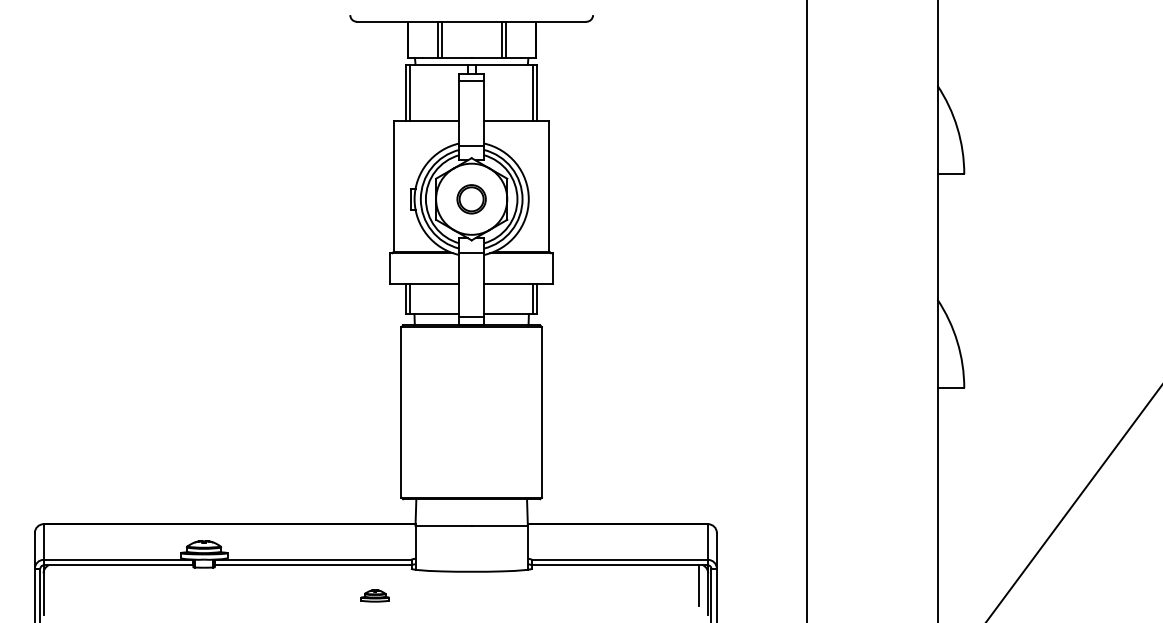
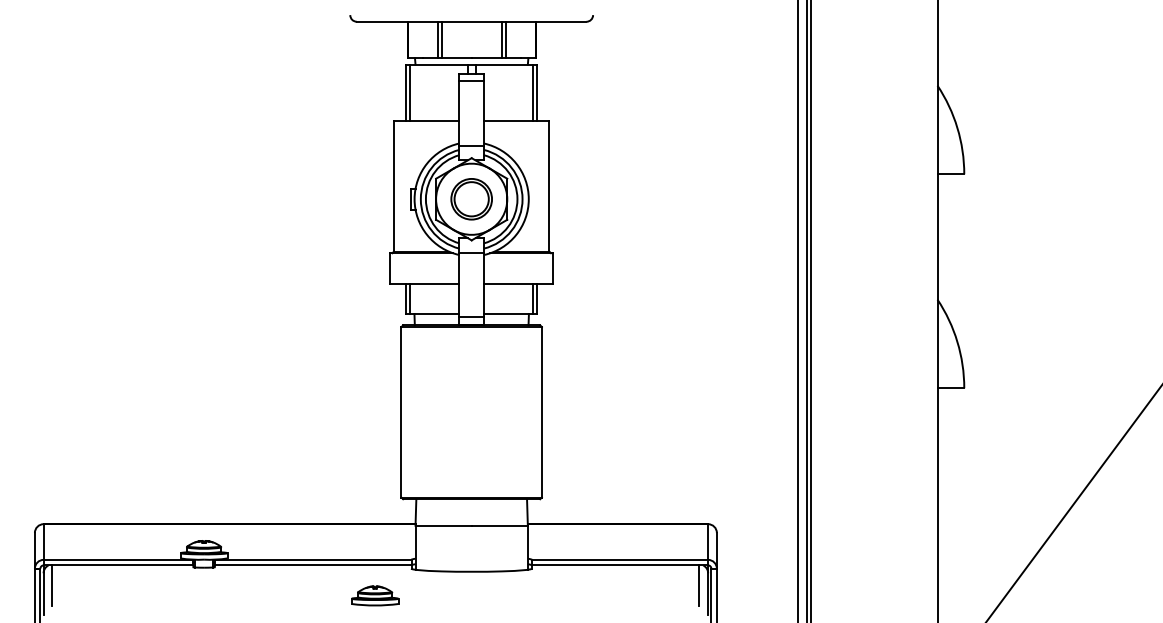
part at (471, 199) size: 31x31 px -> 43x43 px
line at (798, 310): none -> present
line at (811, 310): none -> present
line at (52, 585): none -> present
part at (374, 595) size: 30x14 px -> 49x22 px
